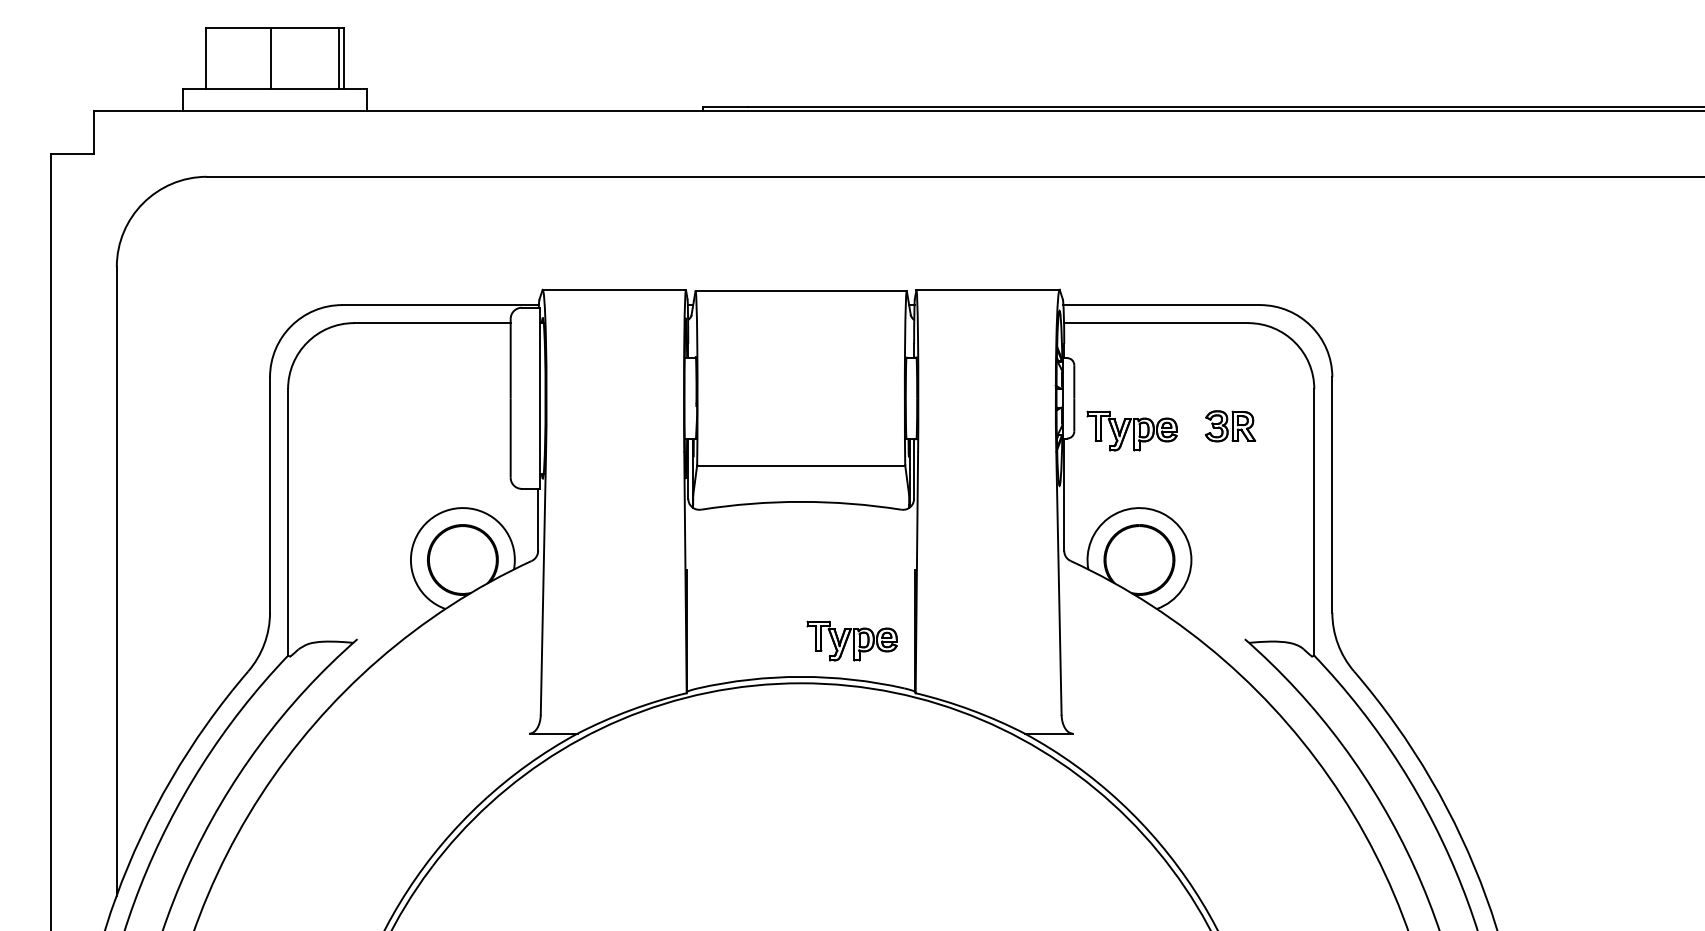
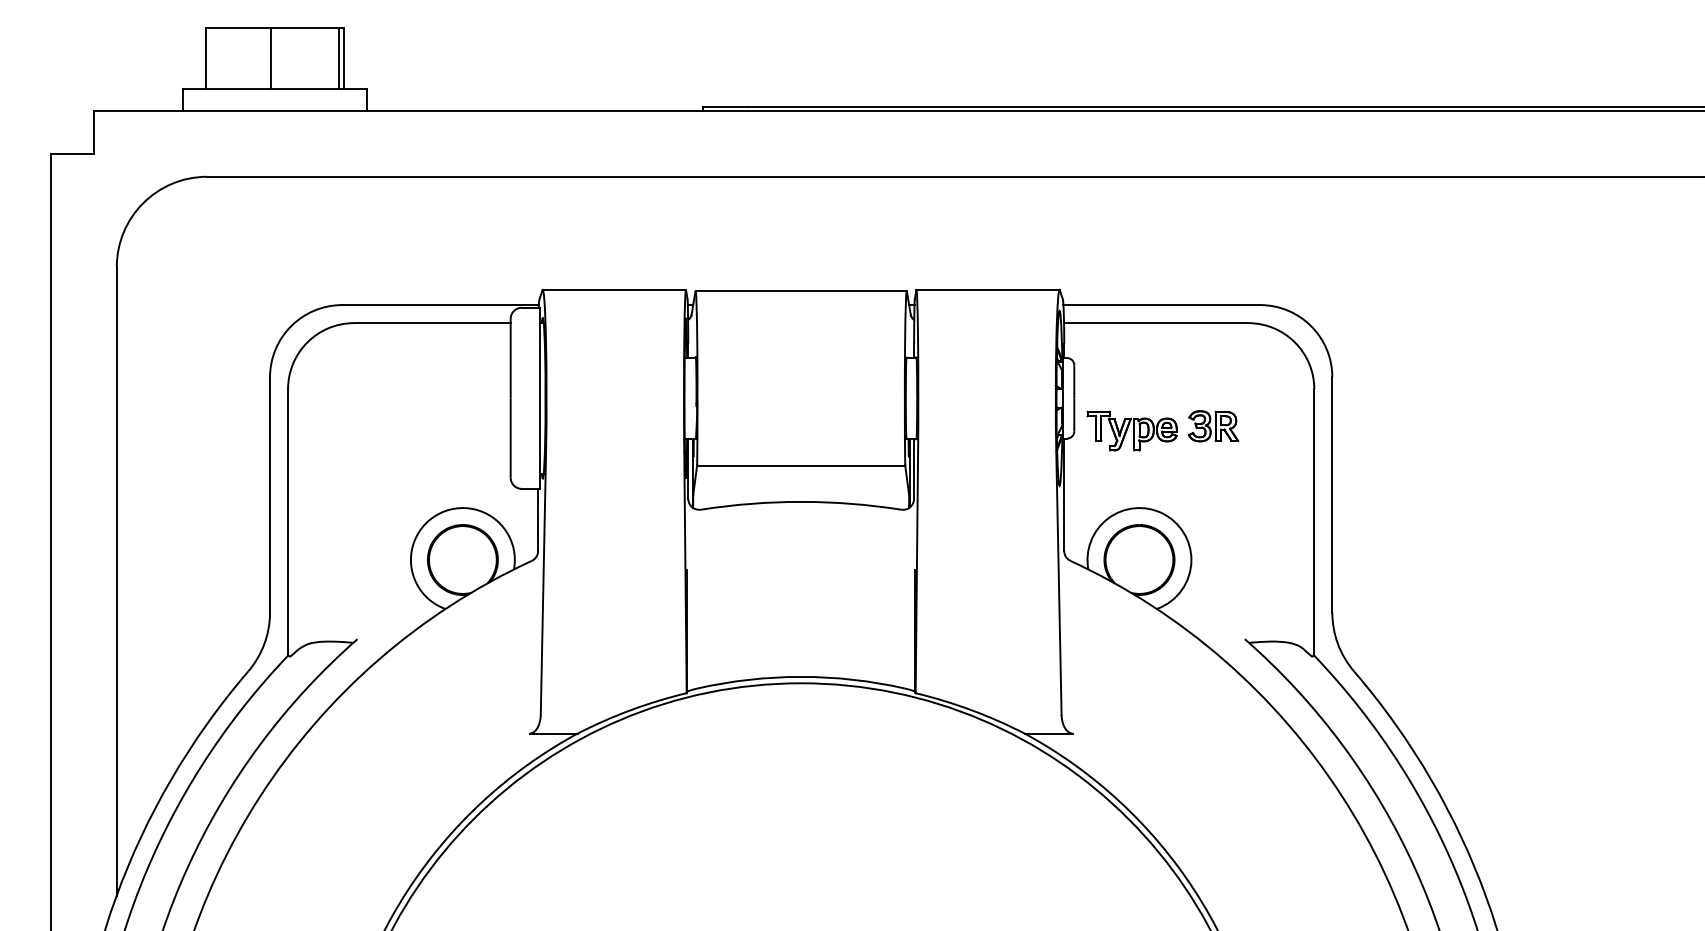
part at (1230, 426) position: (1230, 426) -> (1213, 426)
part at (851, 640): present -> none
